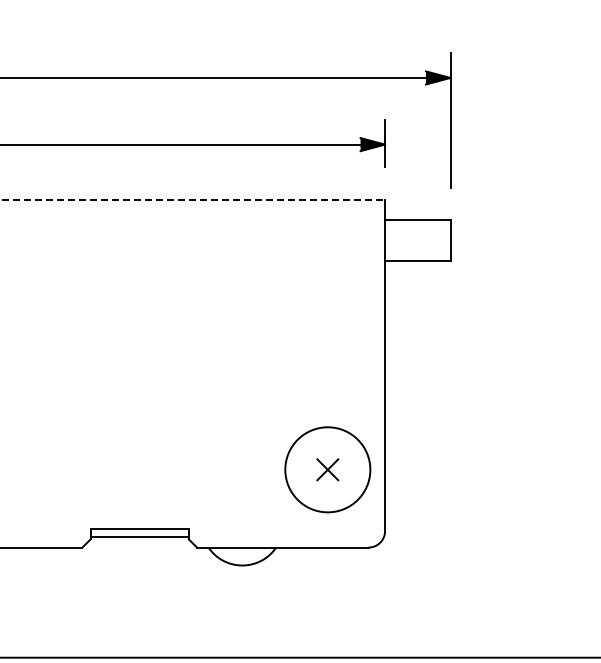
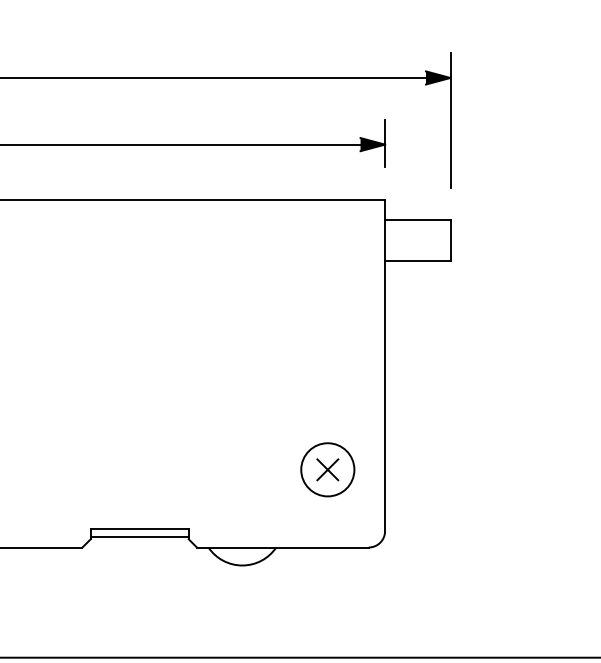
line at (193, 199): dashed -> solid
circle at (327, 469) diameter: 85 px -> 53 px
